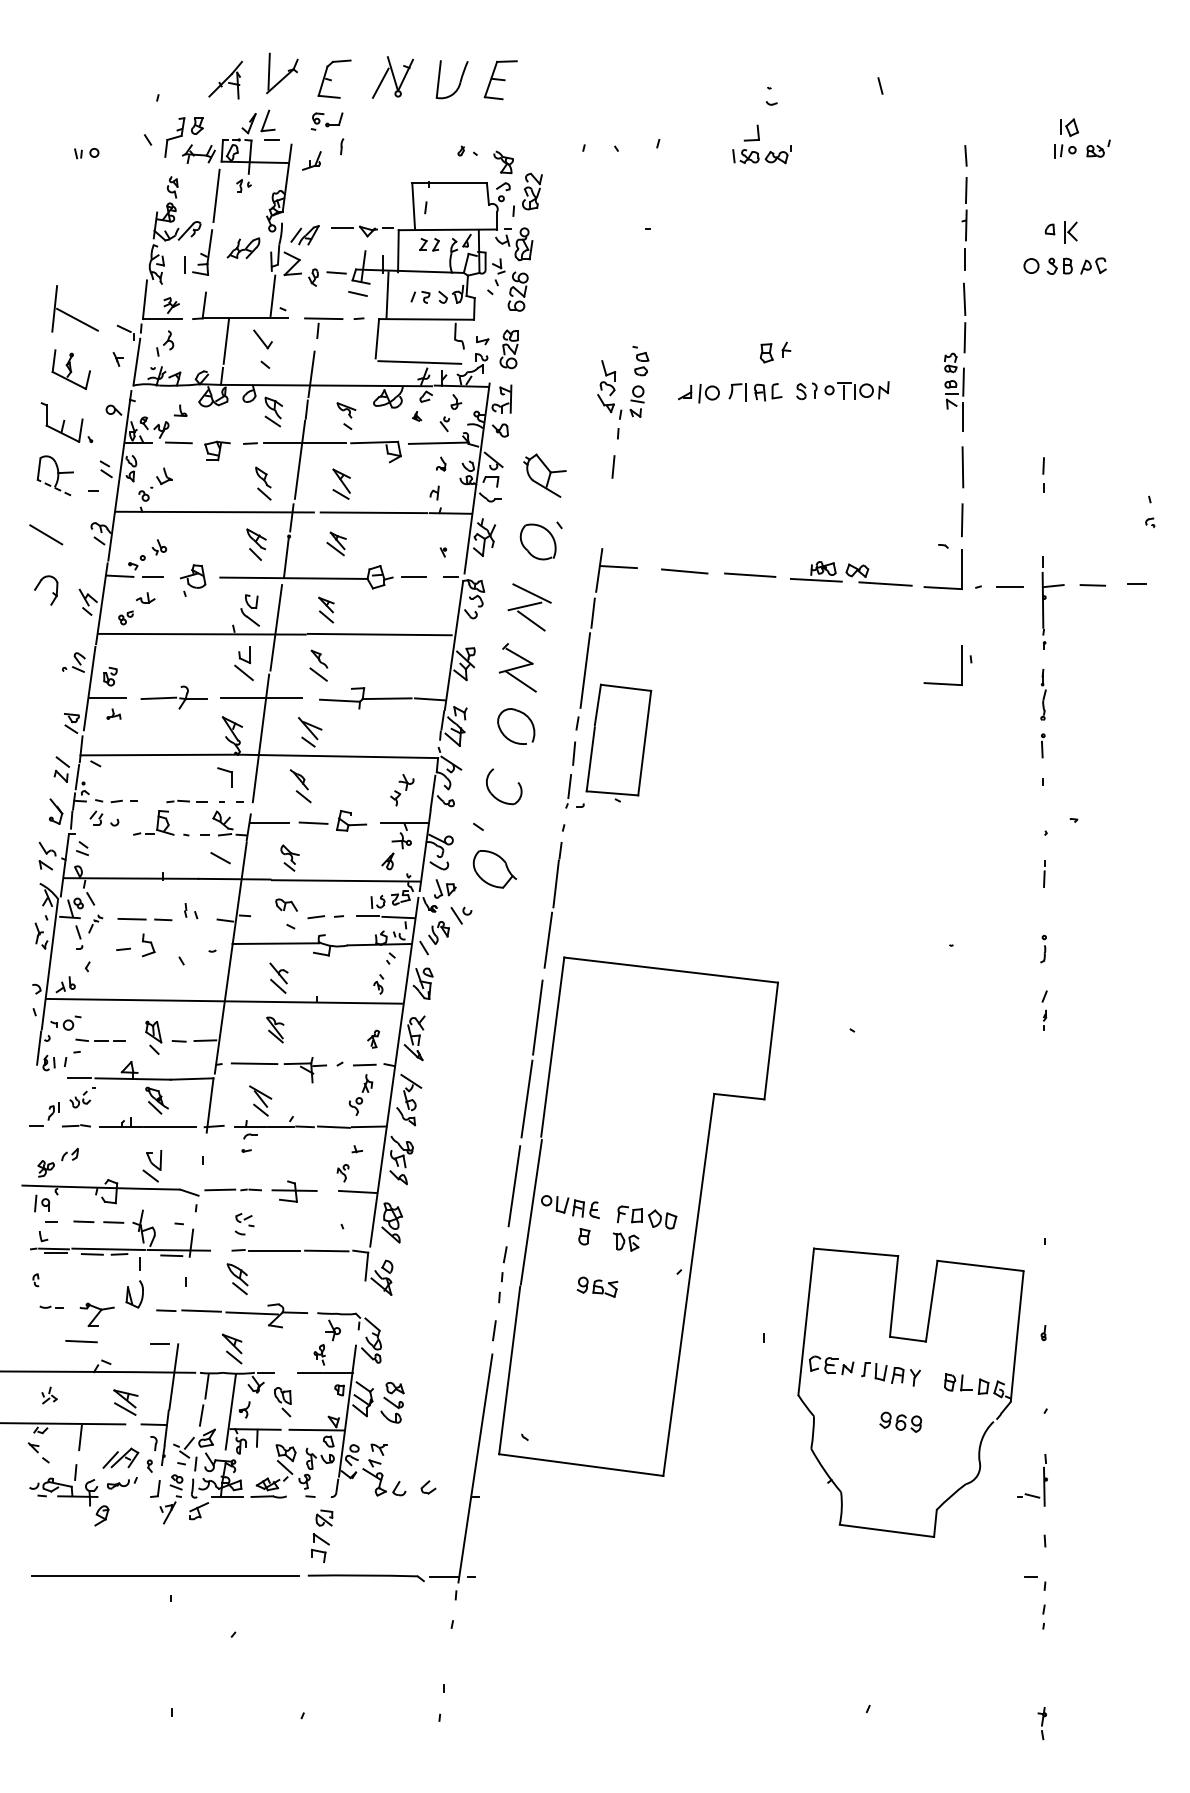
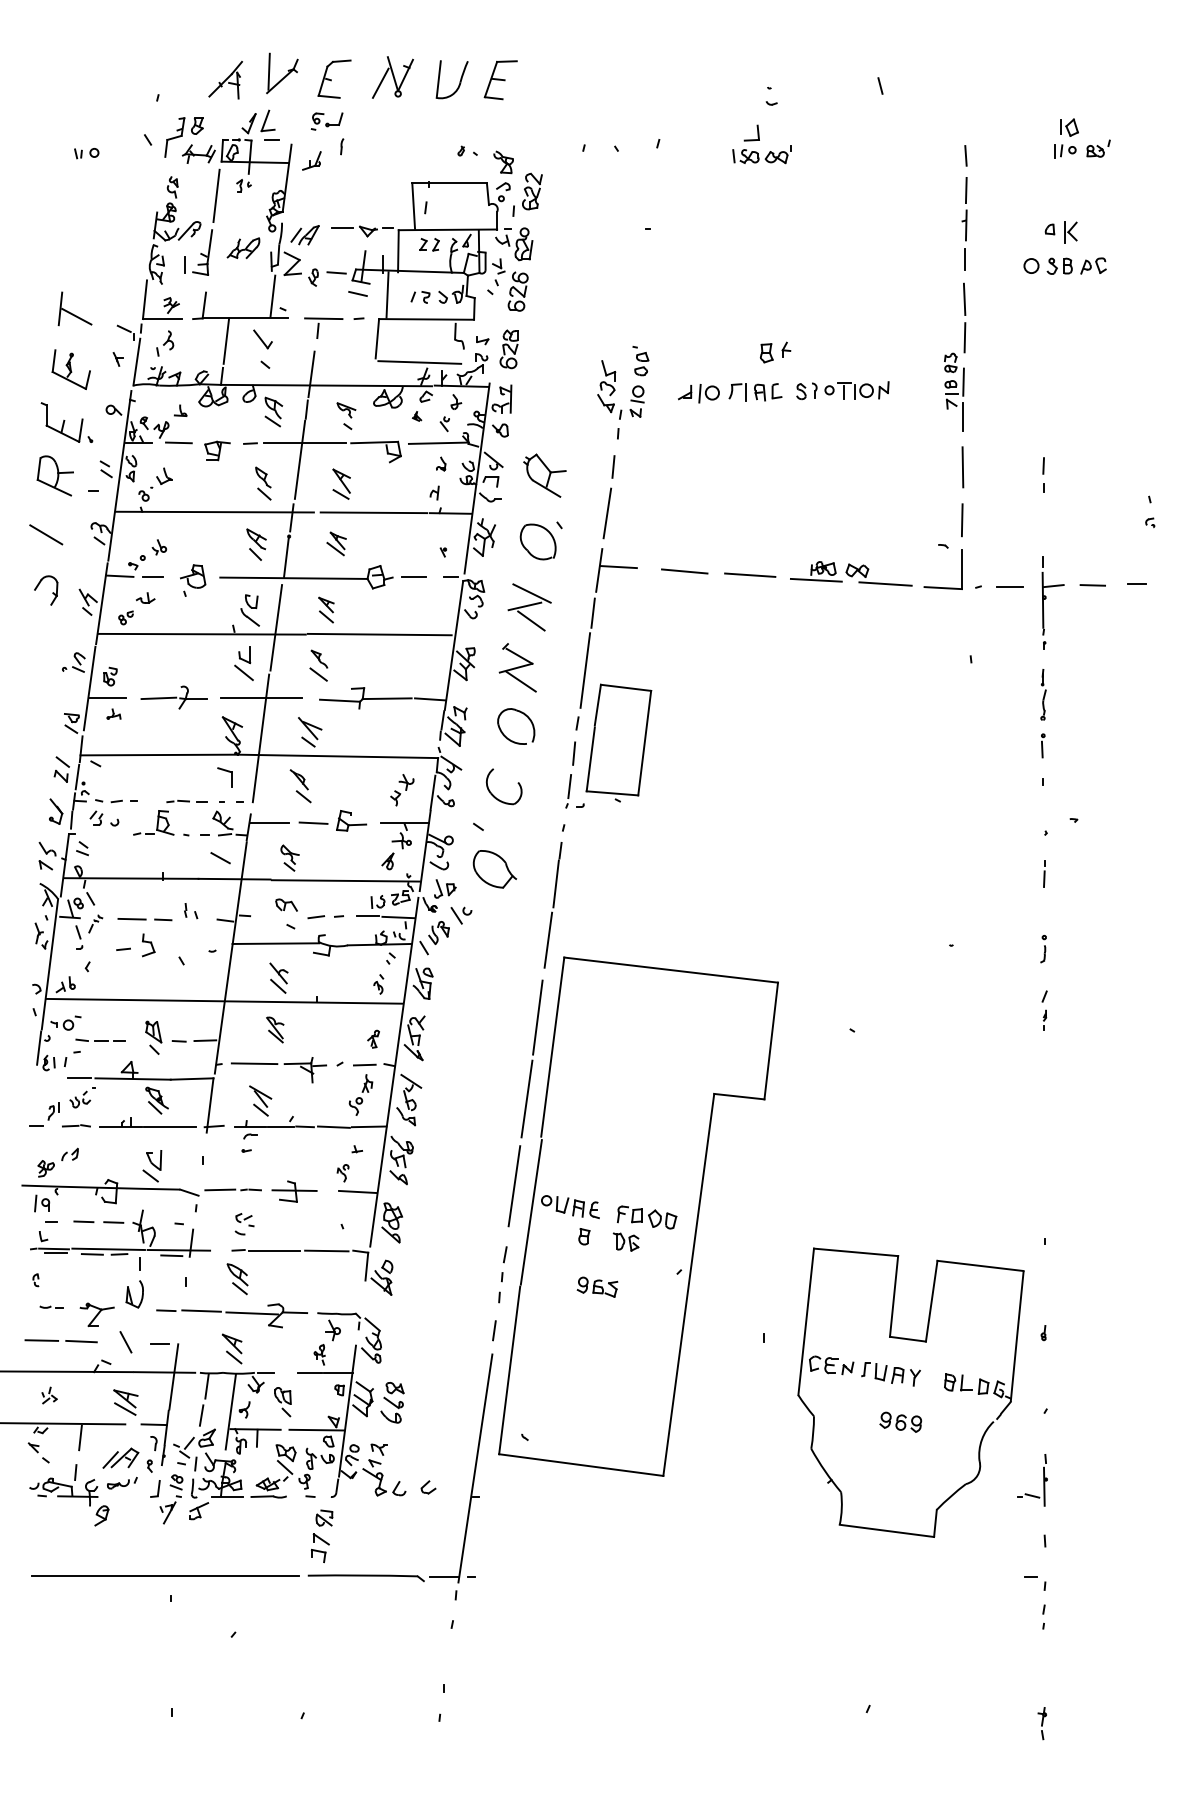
part at (74, 308) size: 48x48 px -> 36x36 px
line at (53, 487): dashed -> solid
line at (607, 513): none -> present
part at (937, 682): present -> none
line at (41, 1340): none -> present
line at (125, 1342): none -> present
